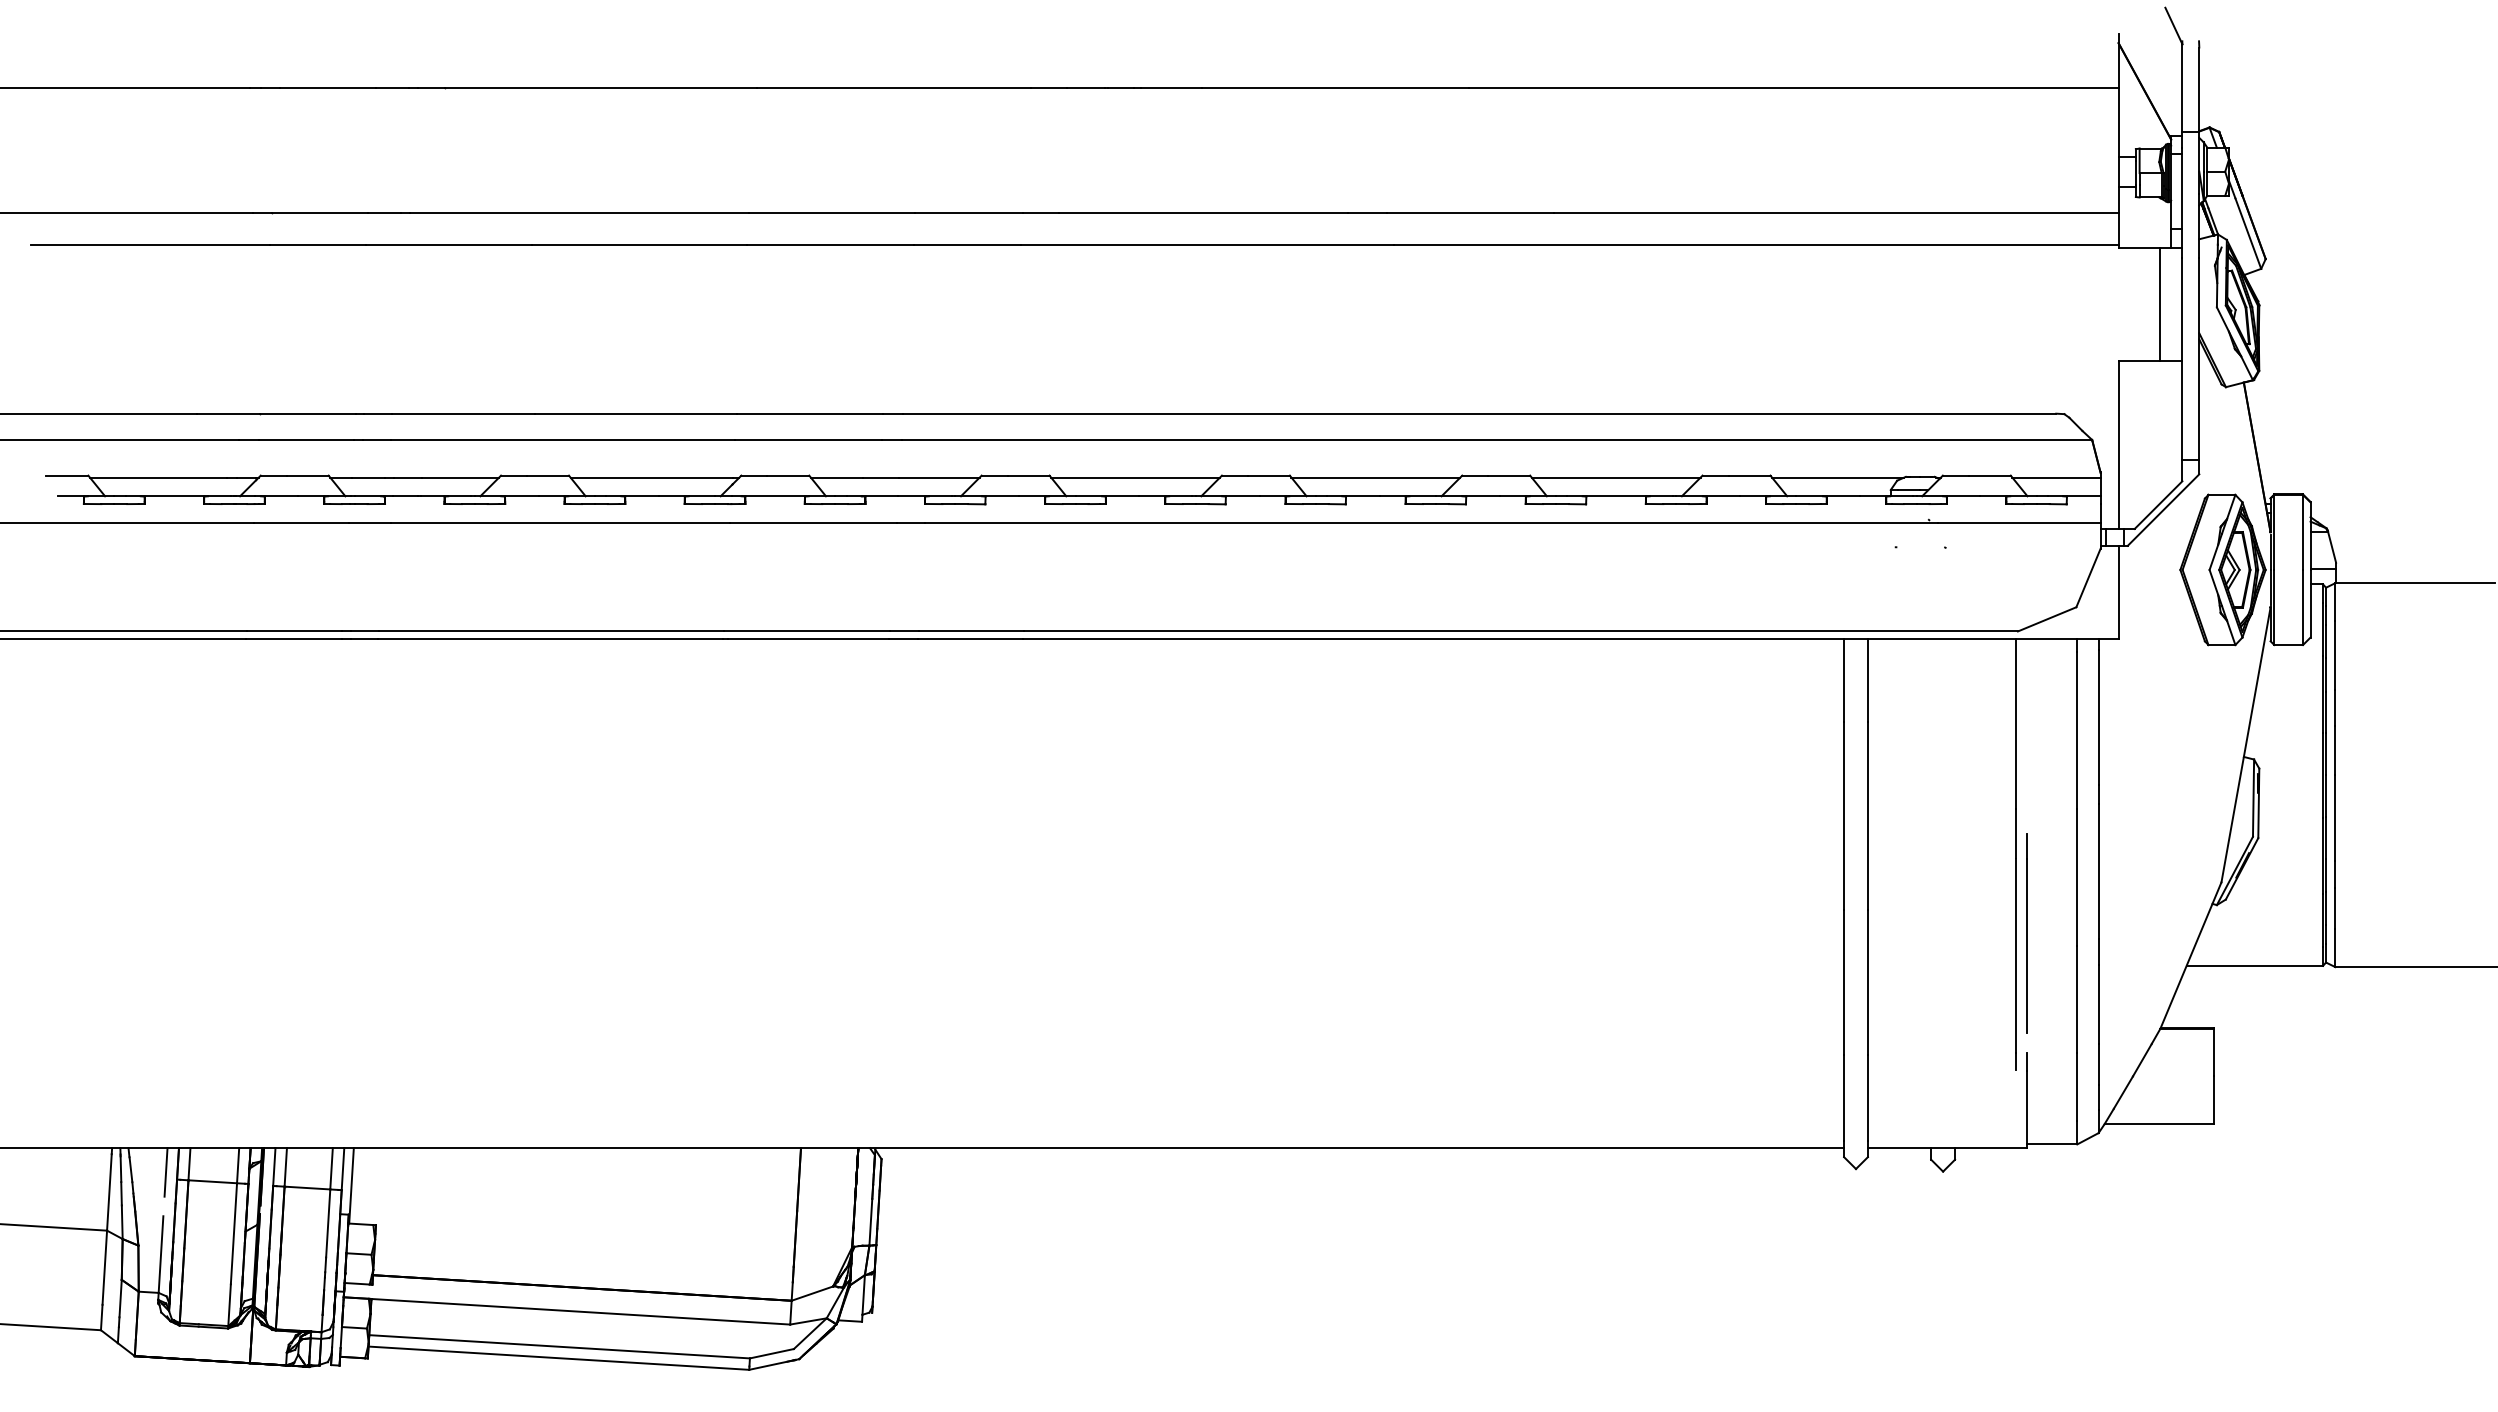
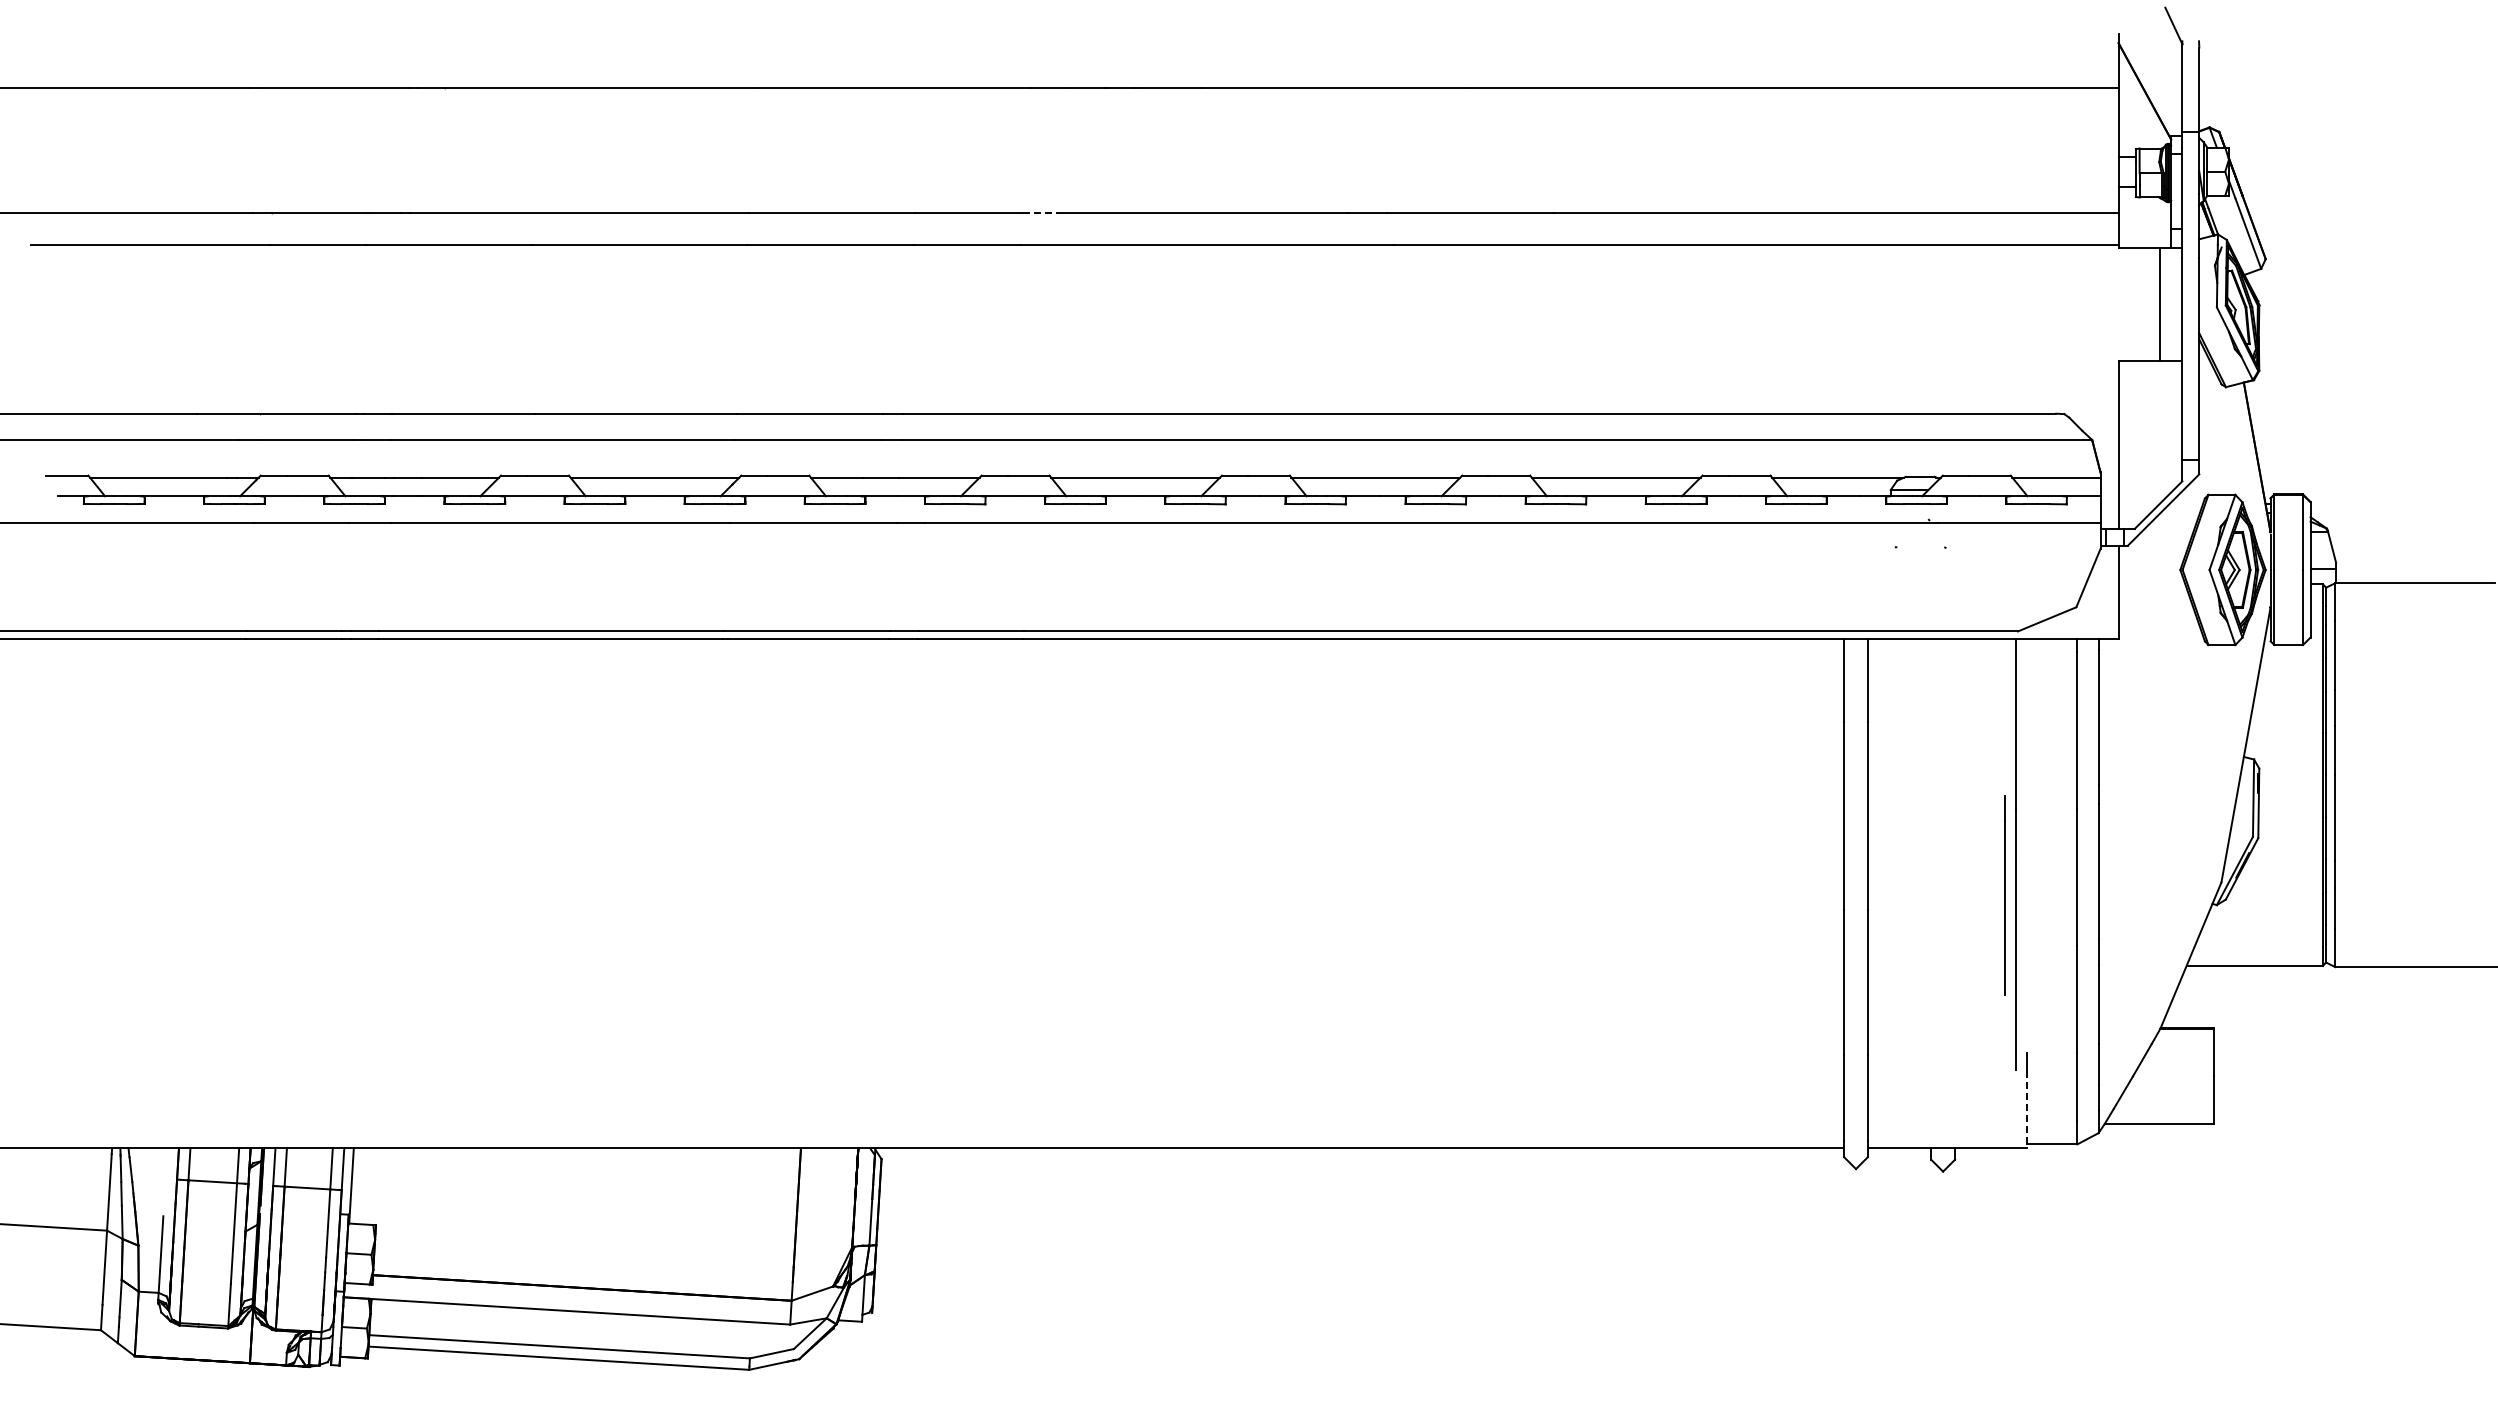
line at (1041, 212): solid -> dashed
line at (2026, 933) position: (2026, 933) -> (2004, 895)
line at (2027, 1109): solid -> dashed
line at (165, 1172): present -> none
